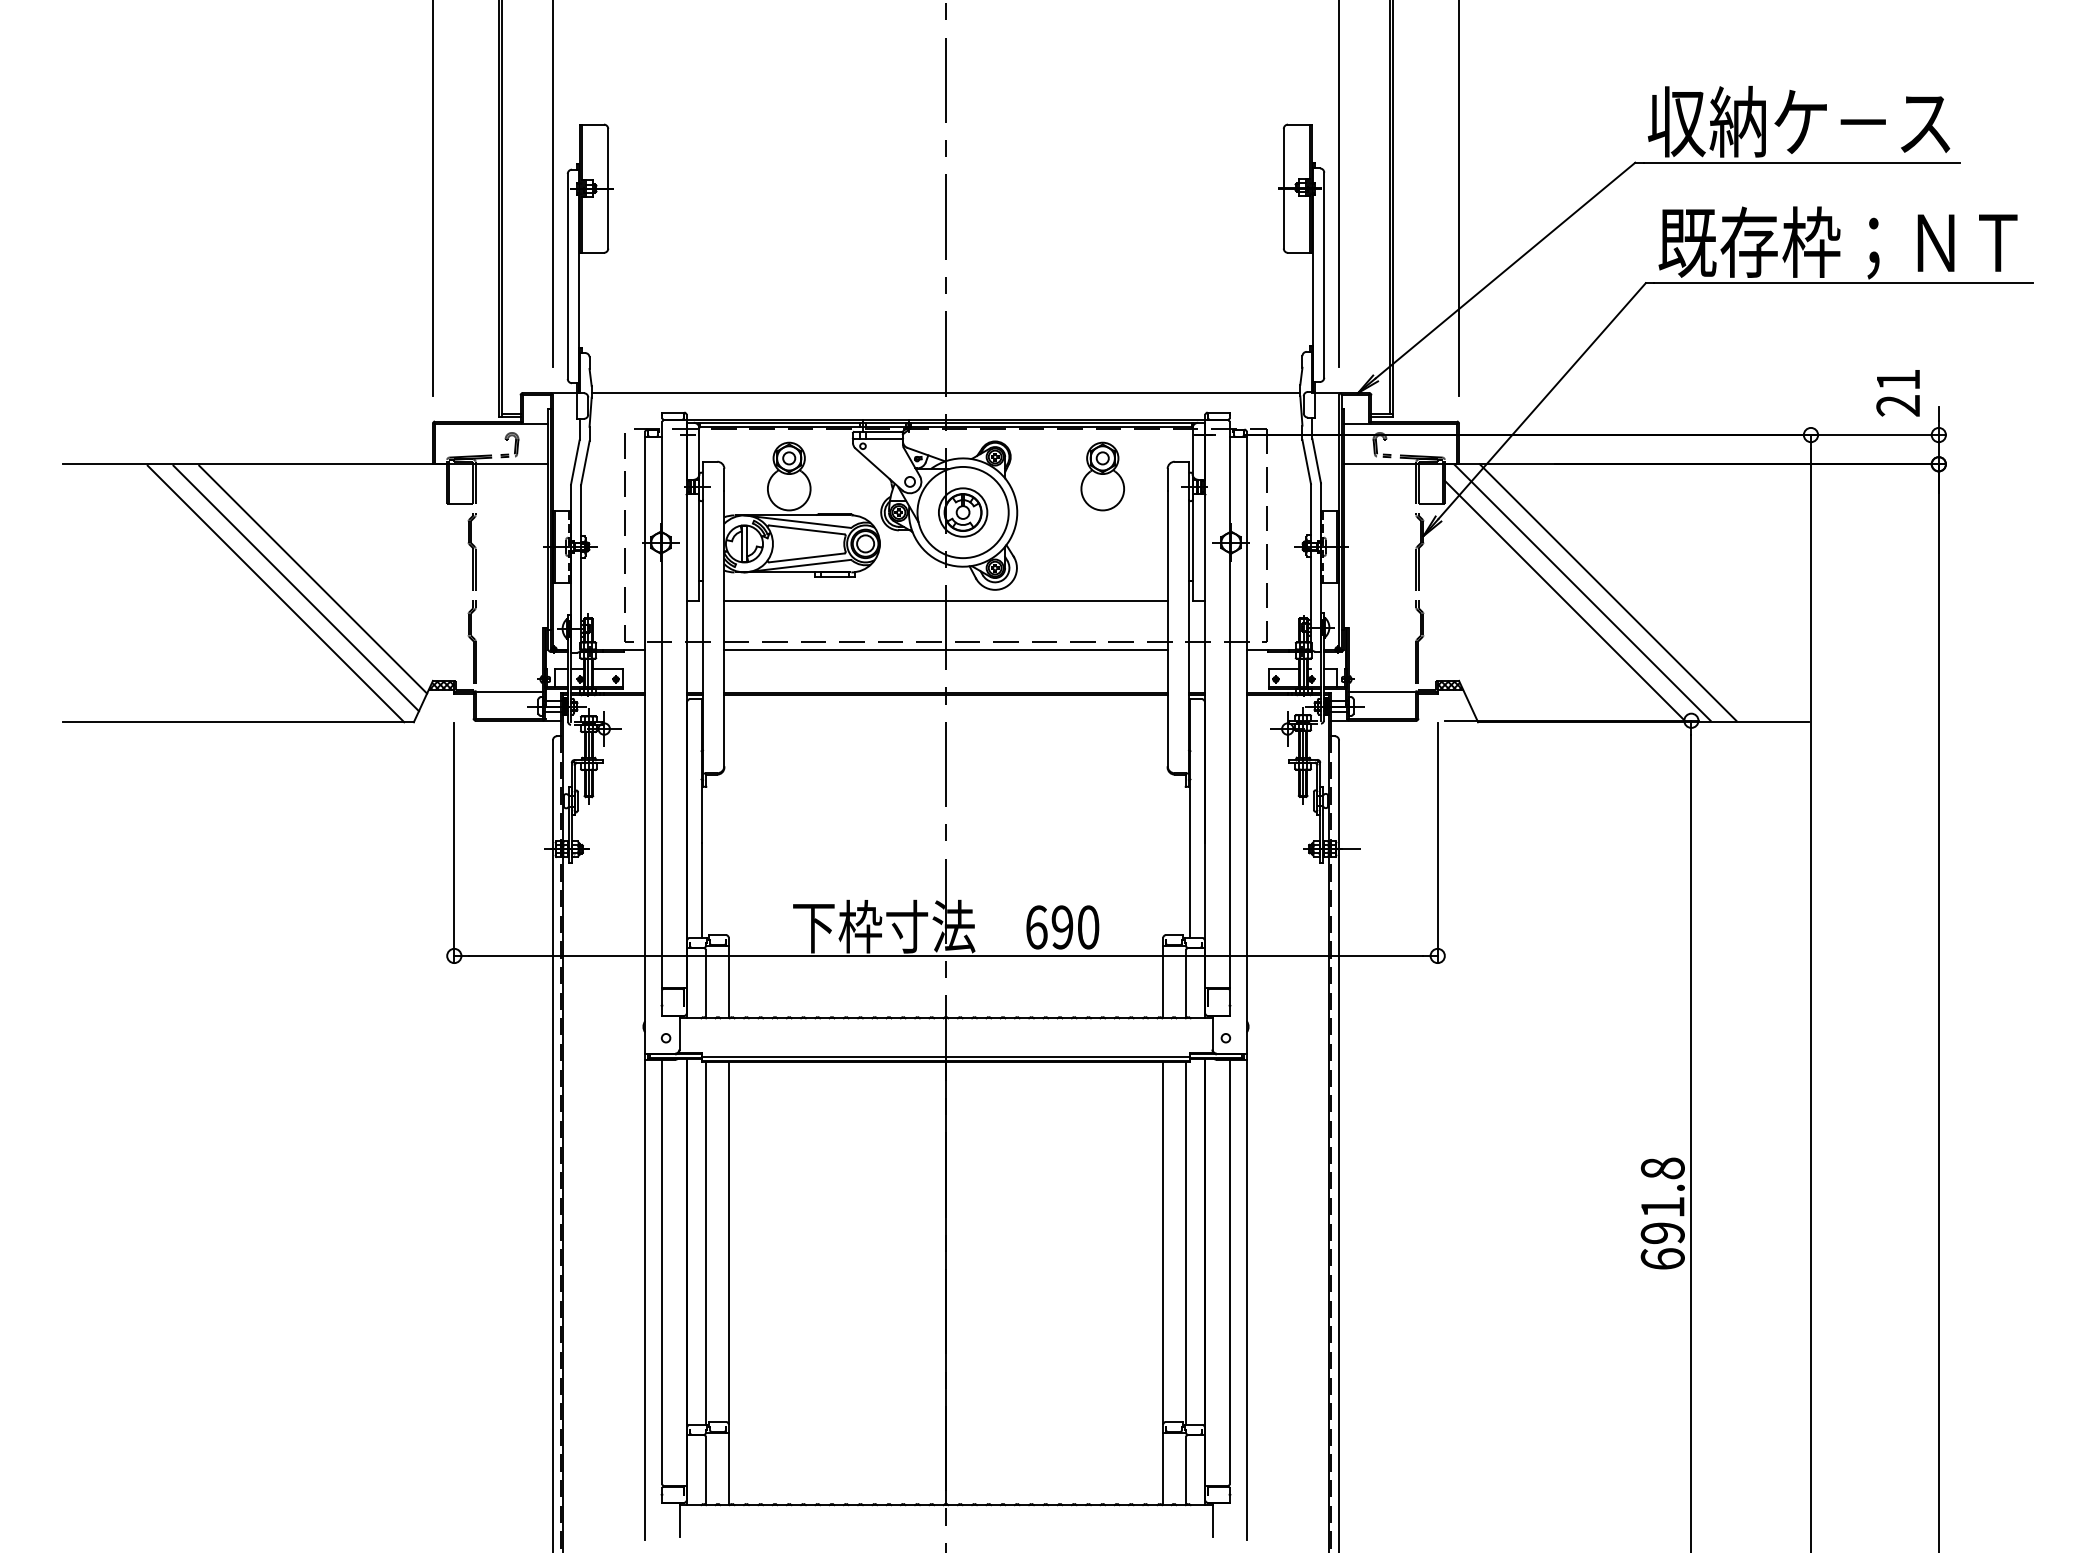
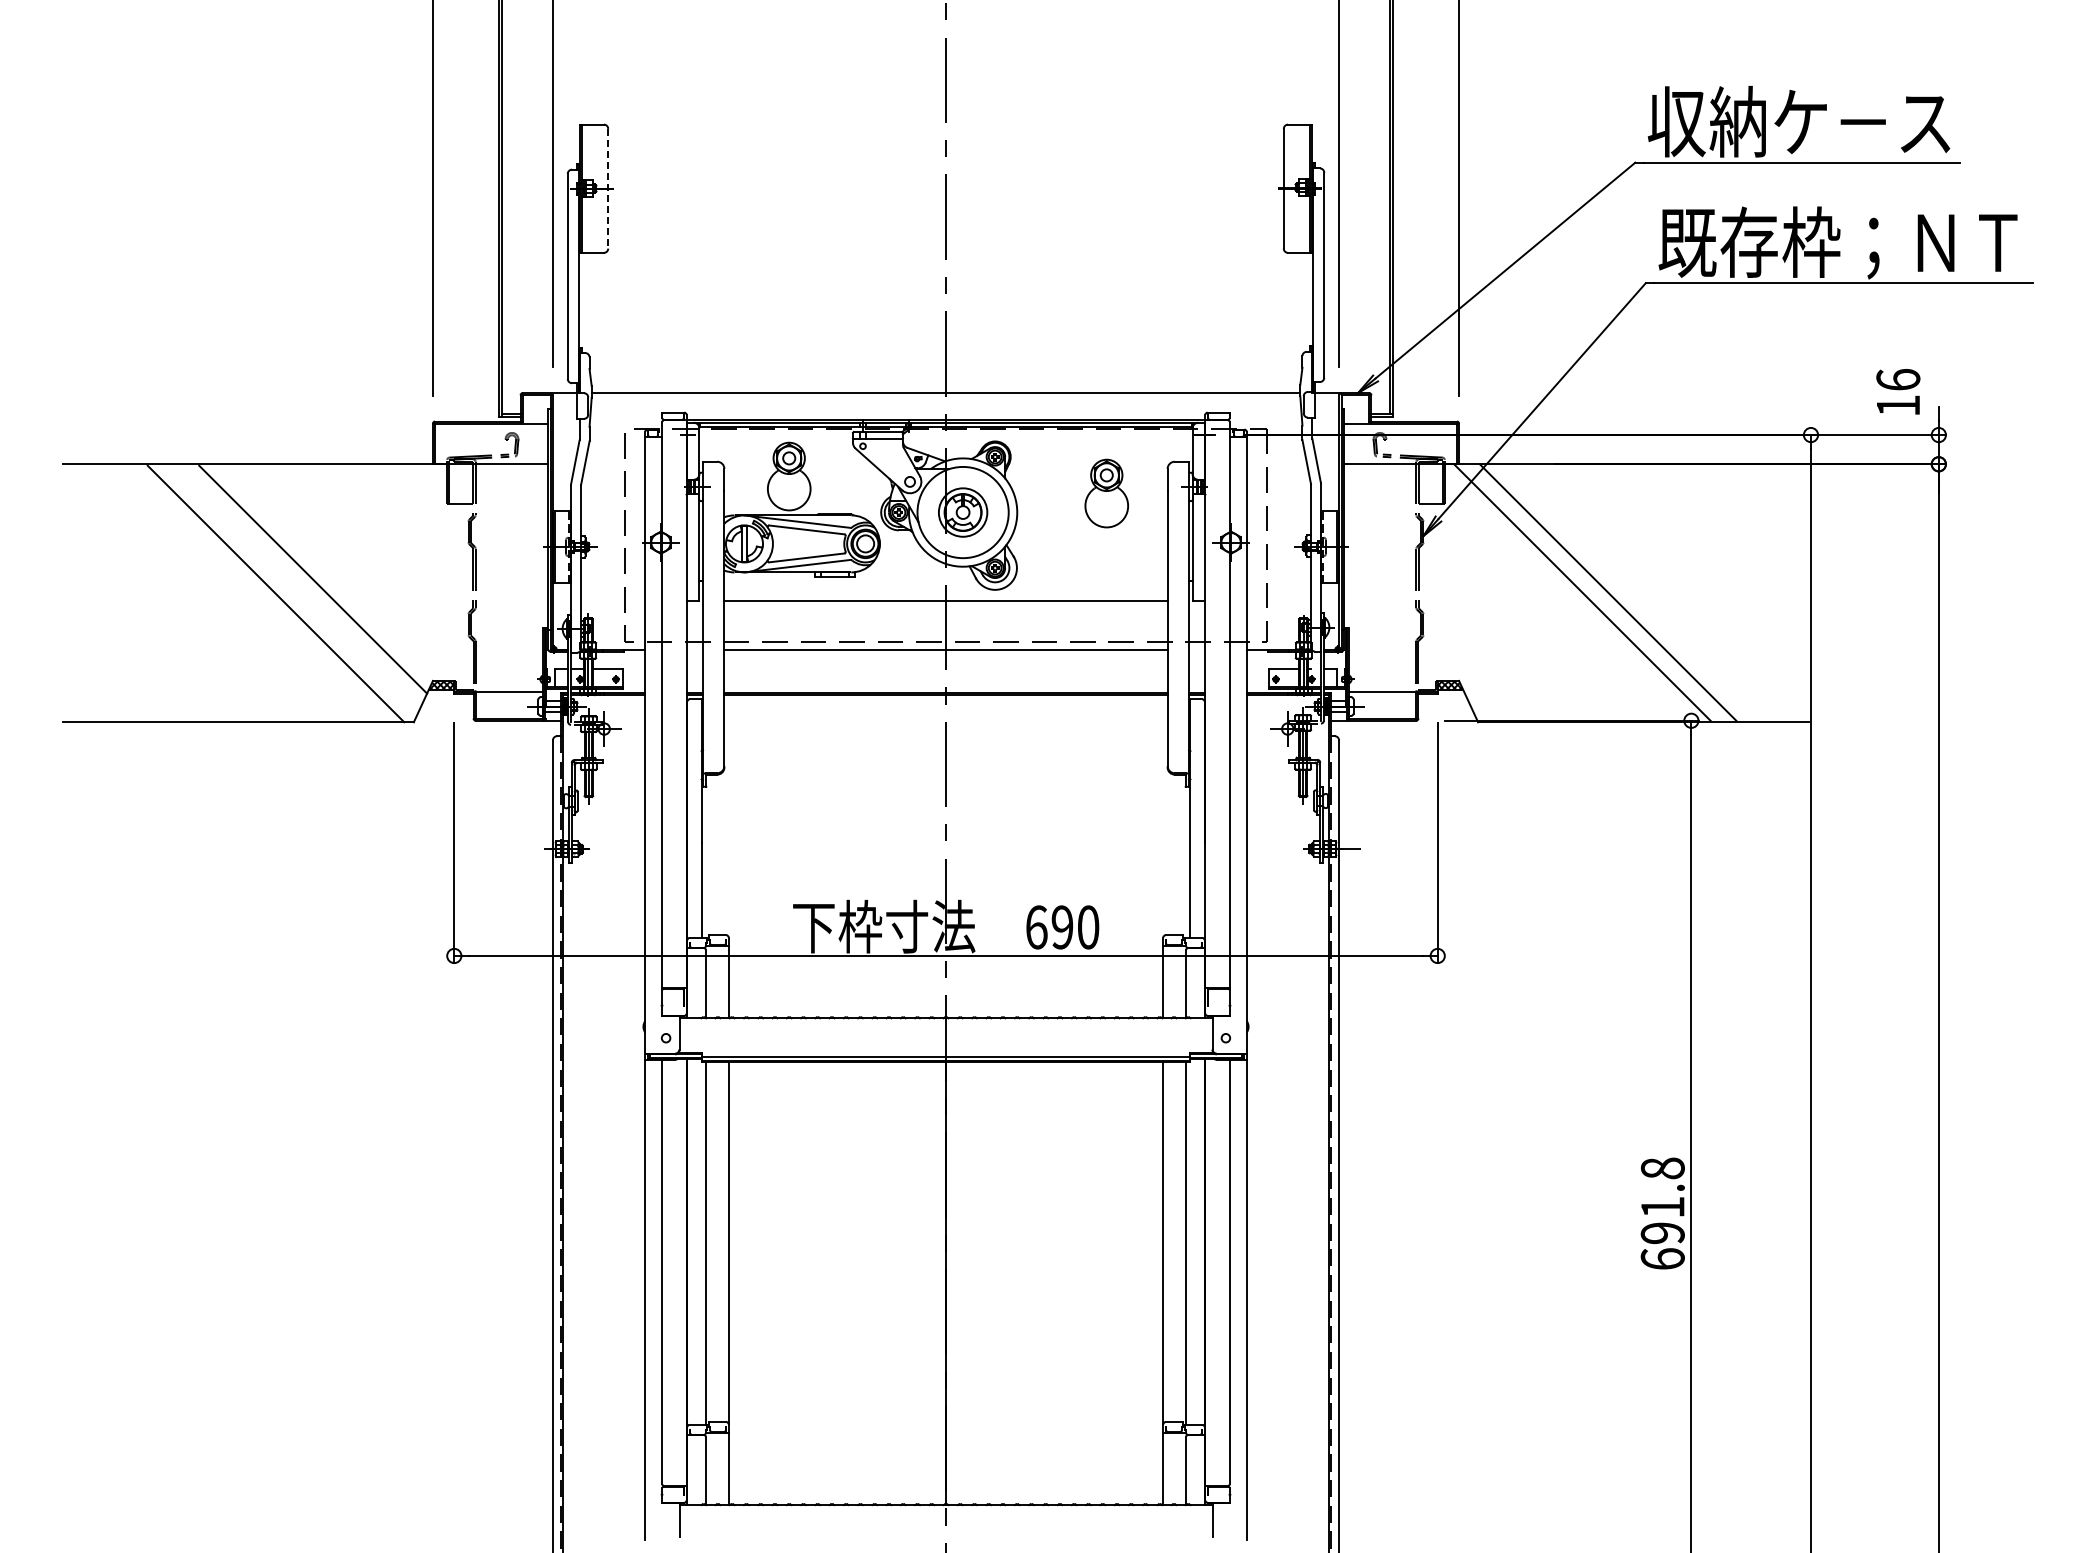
line at (608, 188): solid -> dashed
text at (1898, 392): 21 -> 16
part at (1102, 476) position: (1102, 476) -> (1106, 493)
line at (295, 588): present -> none
line at (1564, 600): present -> none
